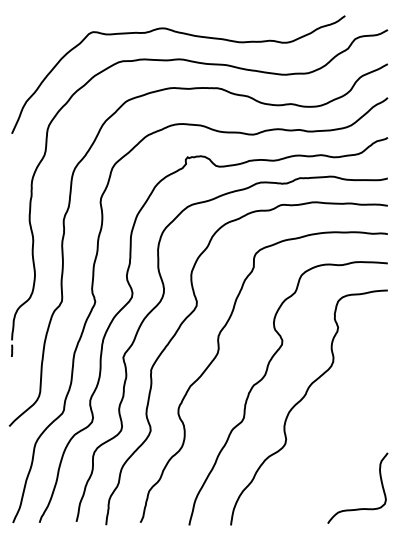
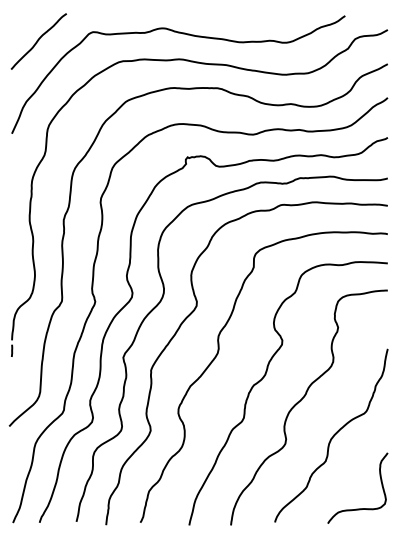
curve at (38, 41): none -> present
curve at (332, 436): none -> present
